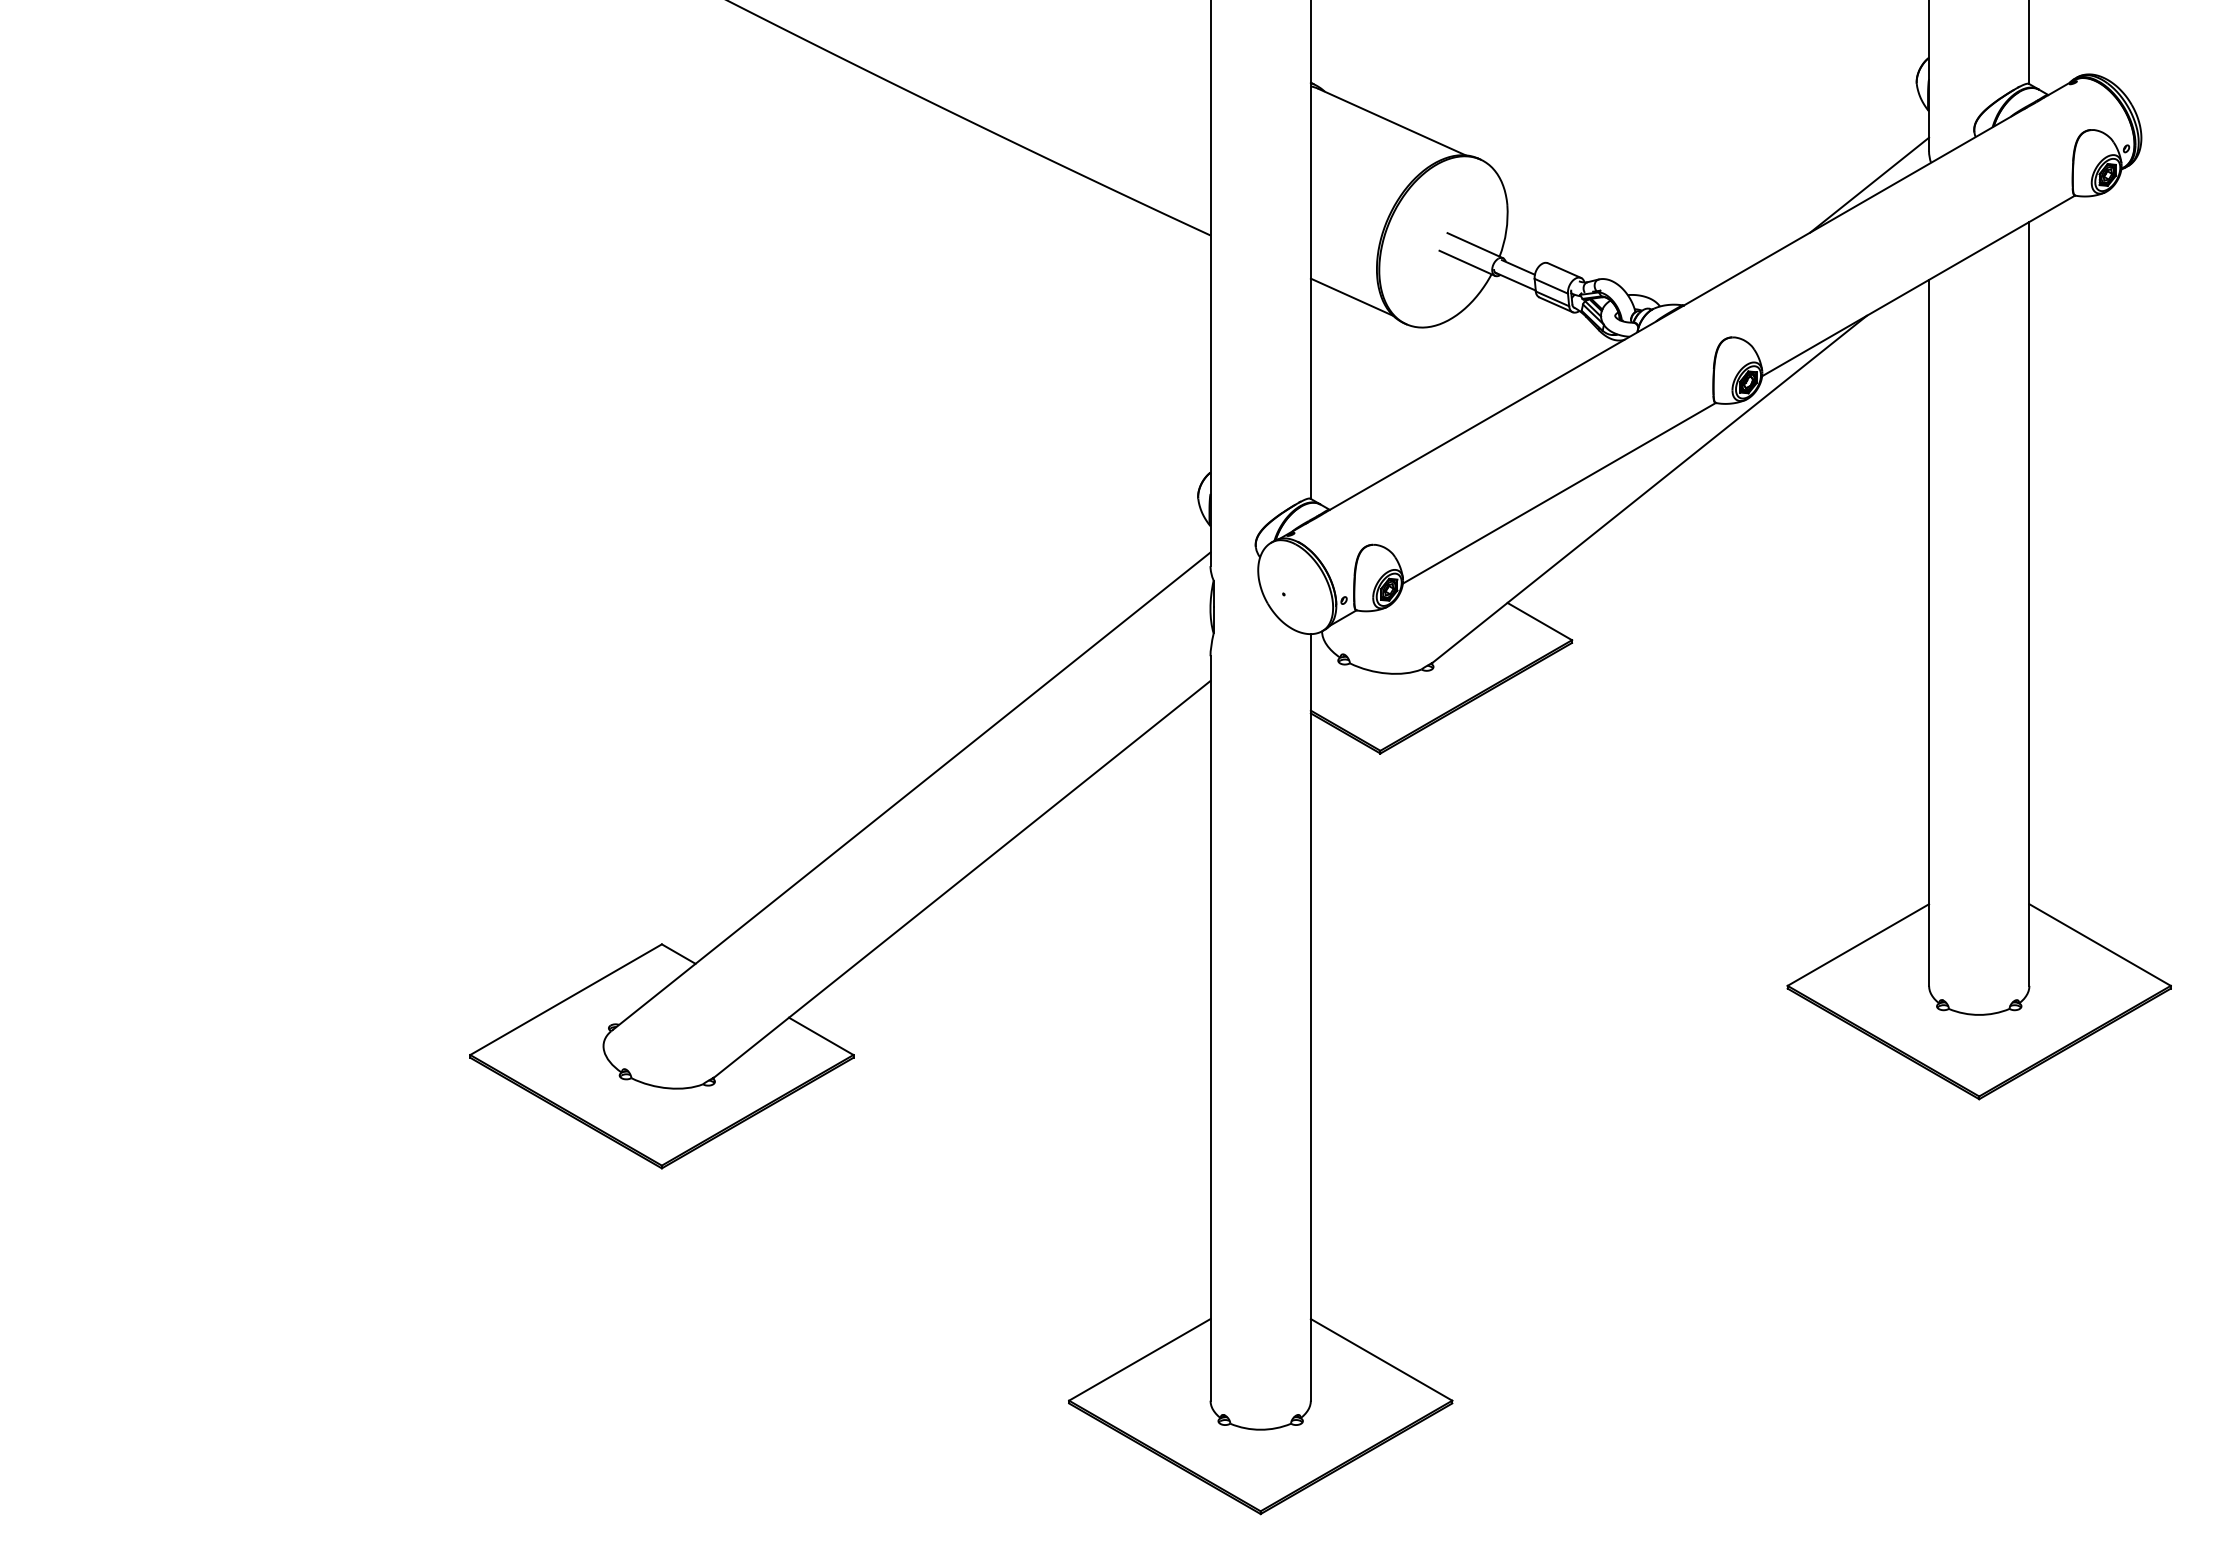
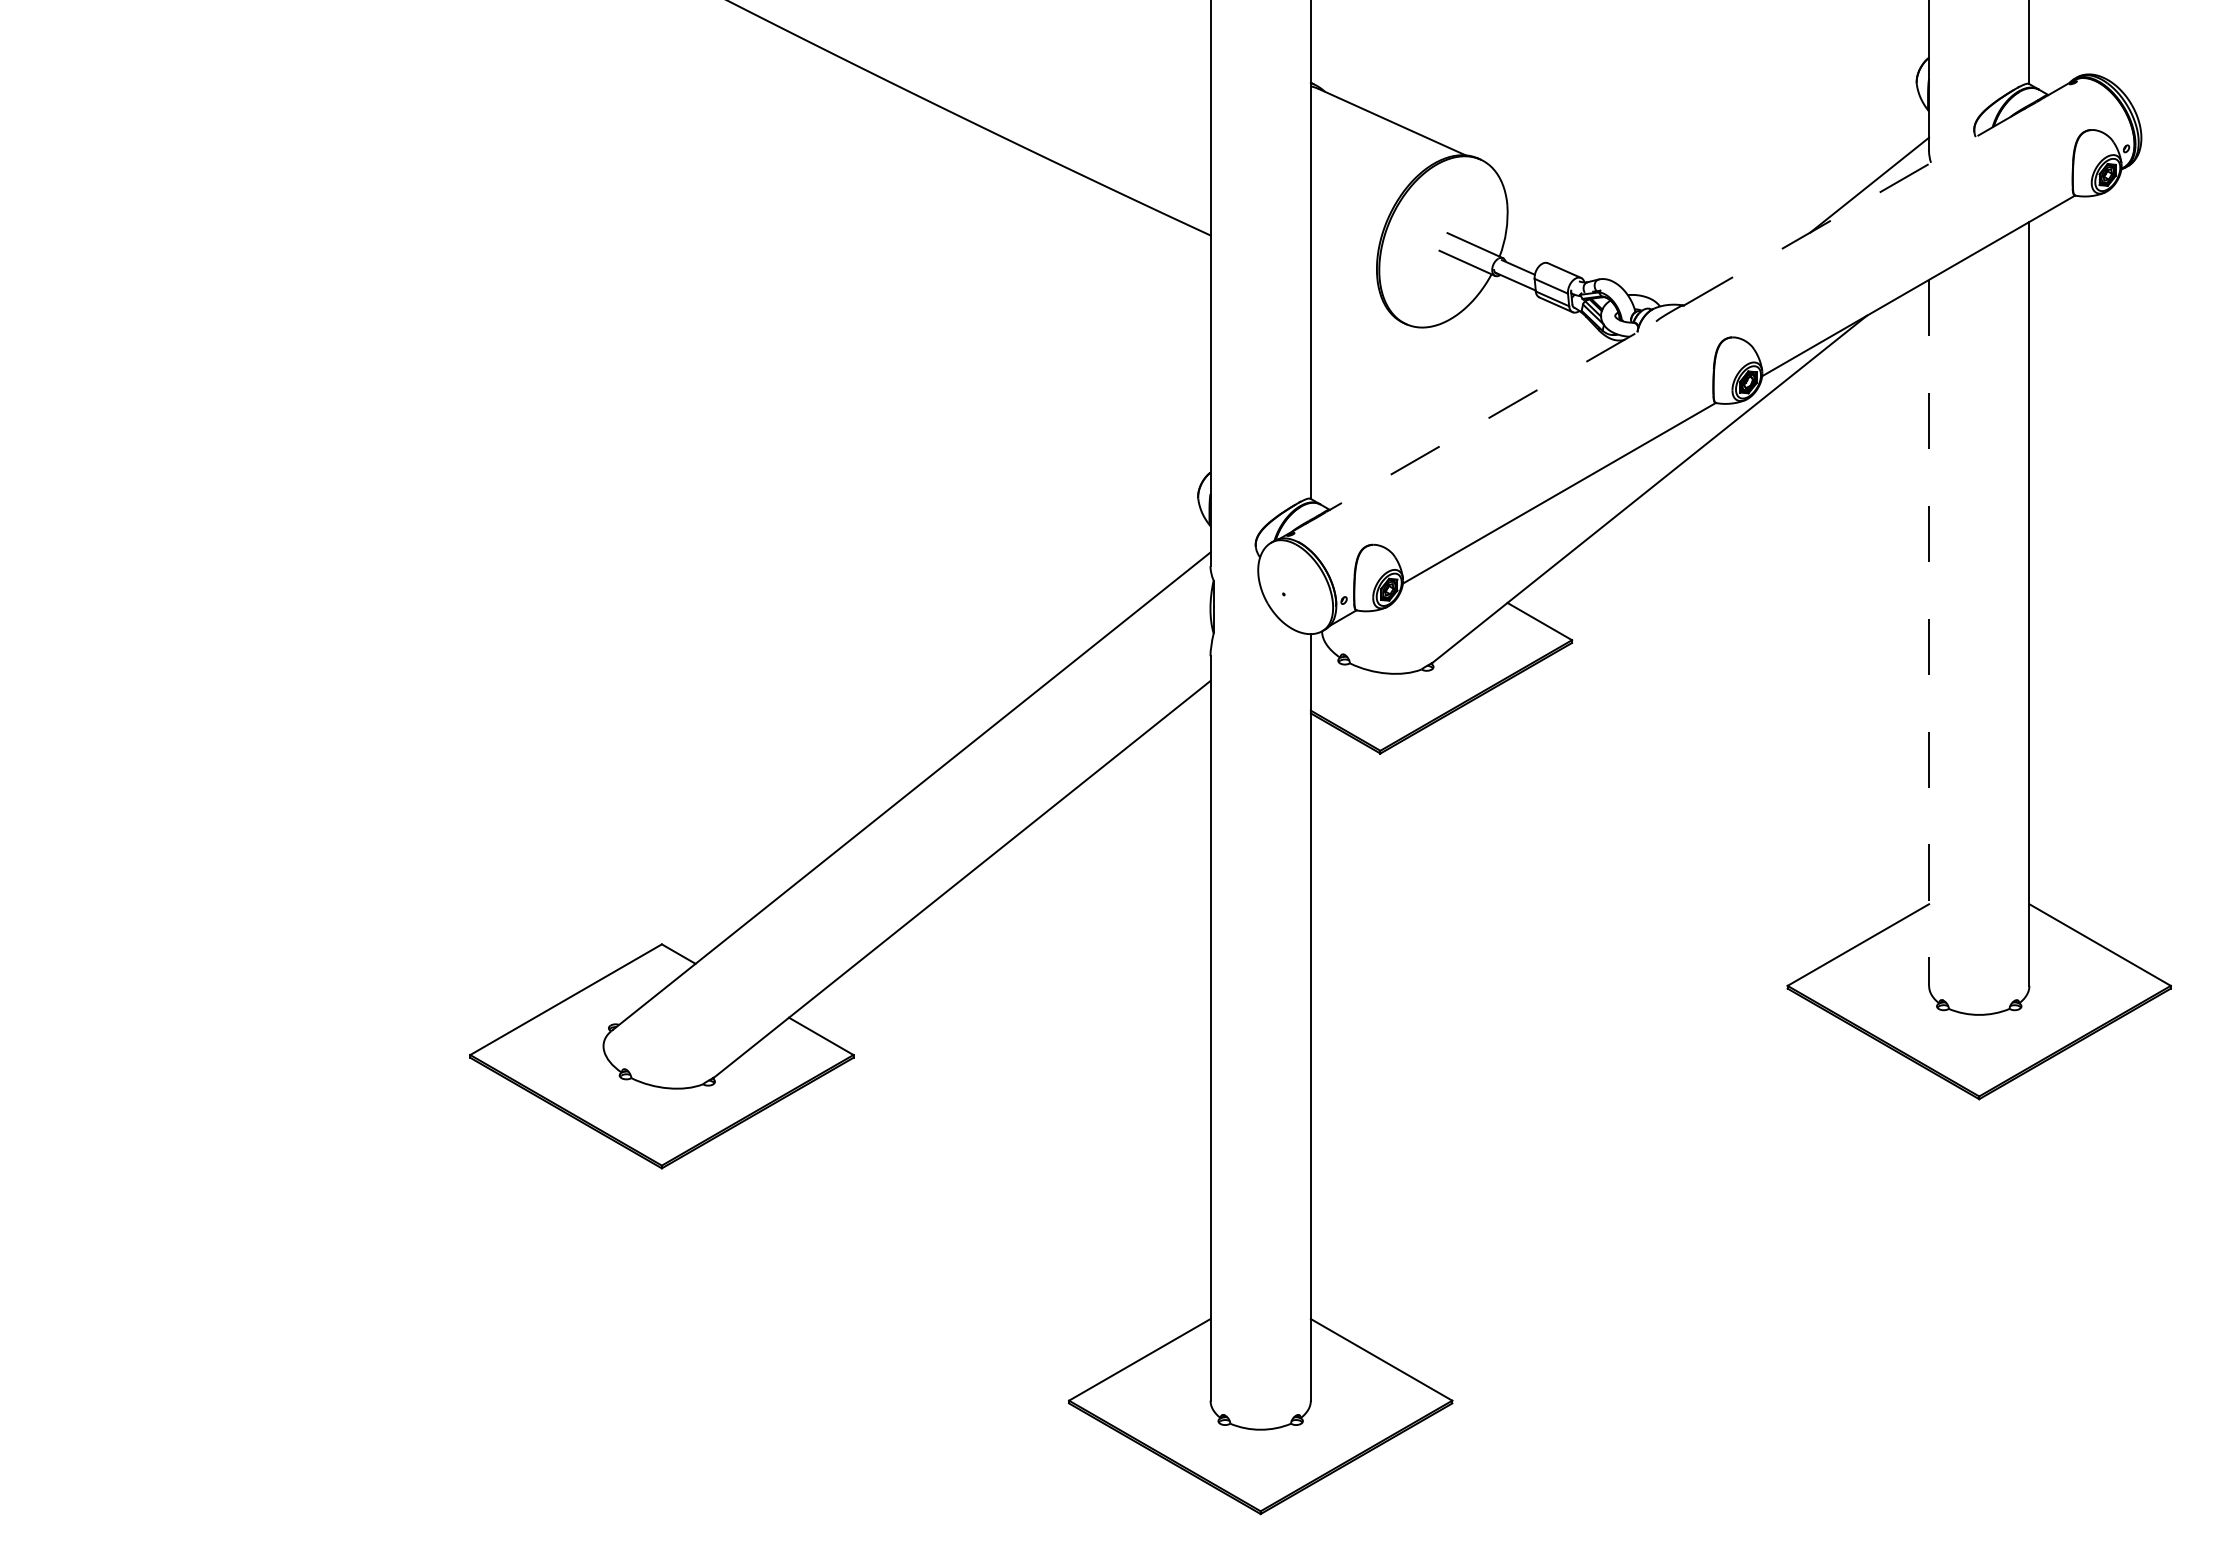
line at (1351, 296): present -> none
line at (1675, 310): solid -> dashed
line at (1929, 632): solid -> dashed
